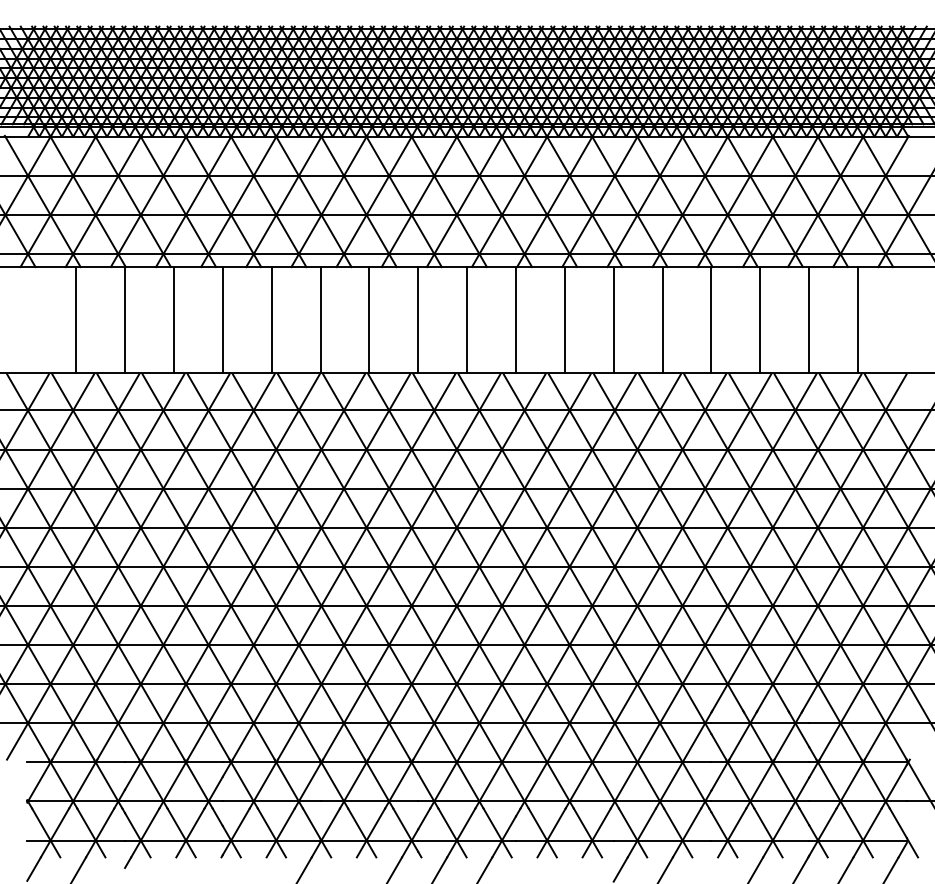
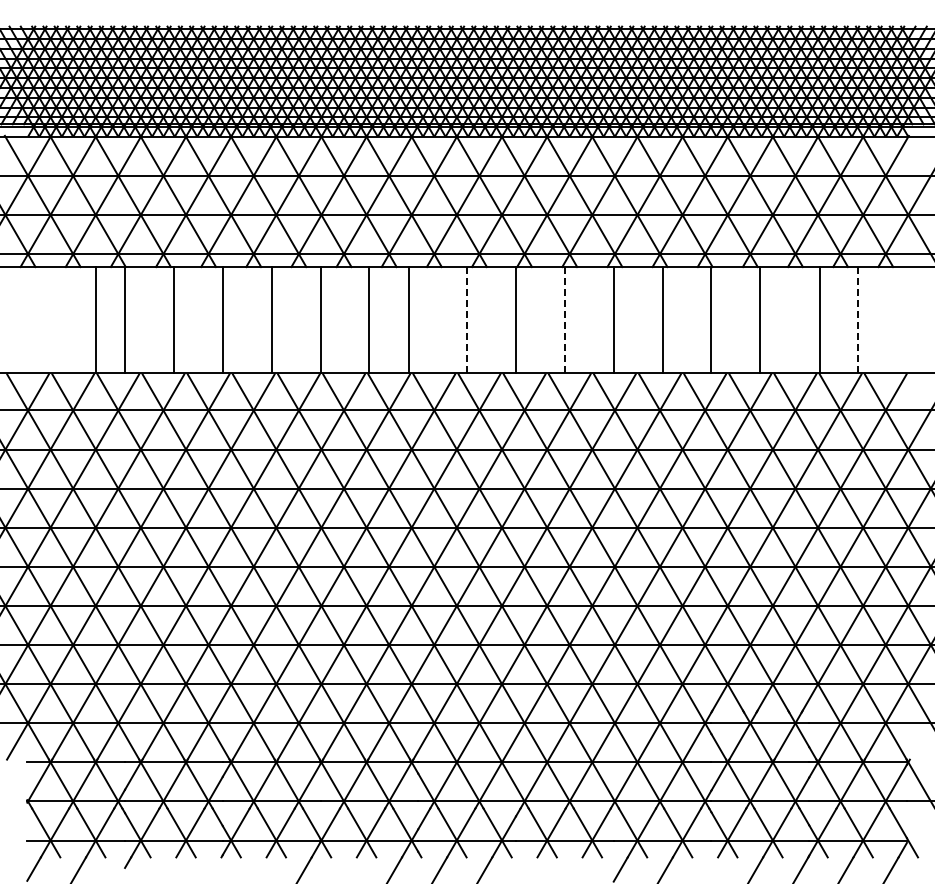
line at (76, 319) position: (76, 319) -> (96, 319)
line at (418, 319) position: (418, 319) -> (409, 319)
line at (467, 319): solid -> dashed
line at (564, 319): solid -> dashed
line at (809, 319) position: (809, 319) -> (820, 319)
line at (858, 319): solid -> dashed
